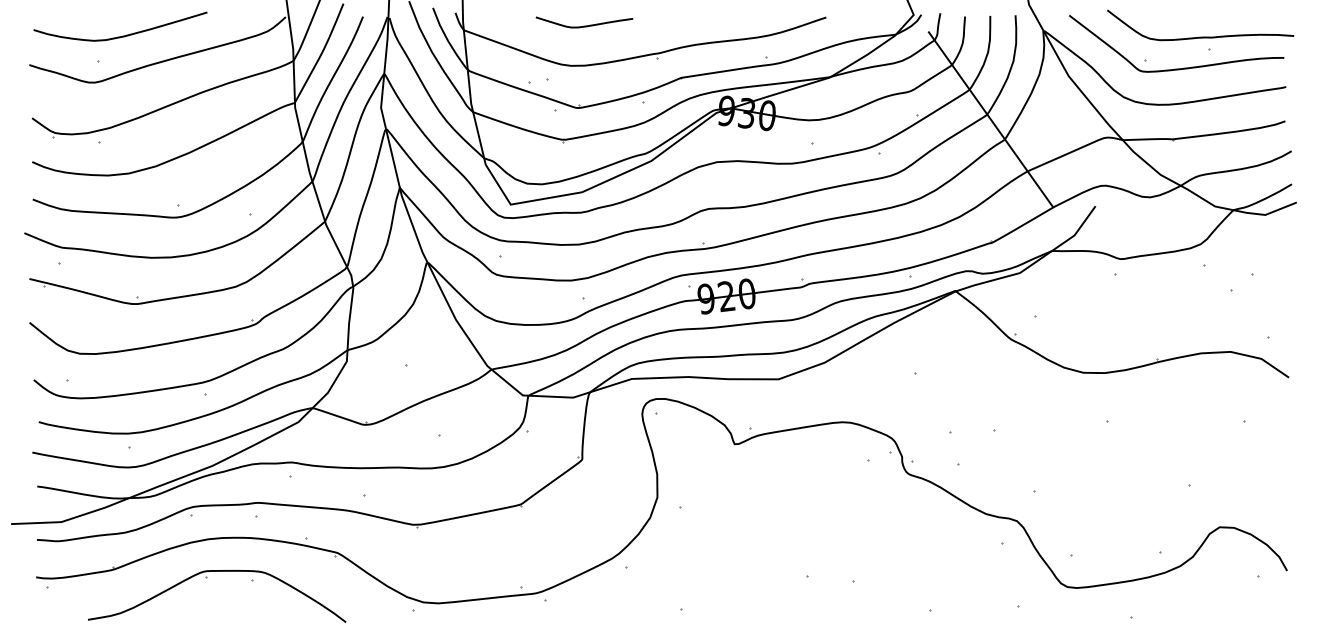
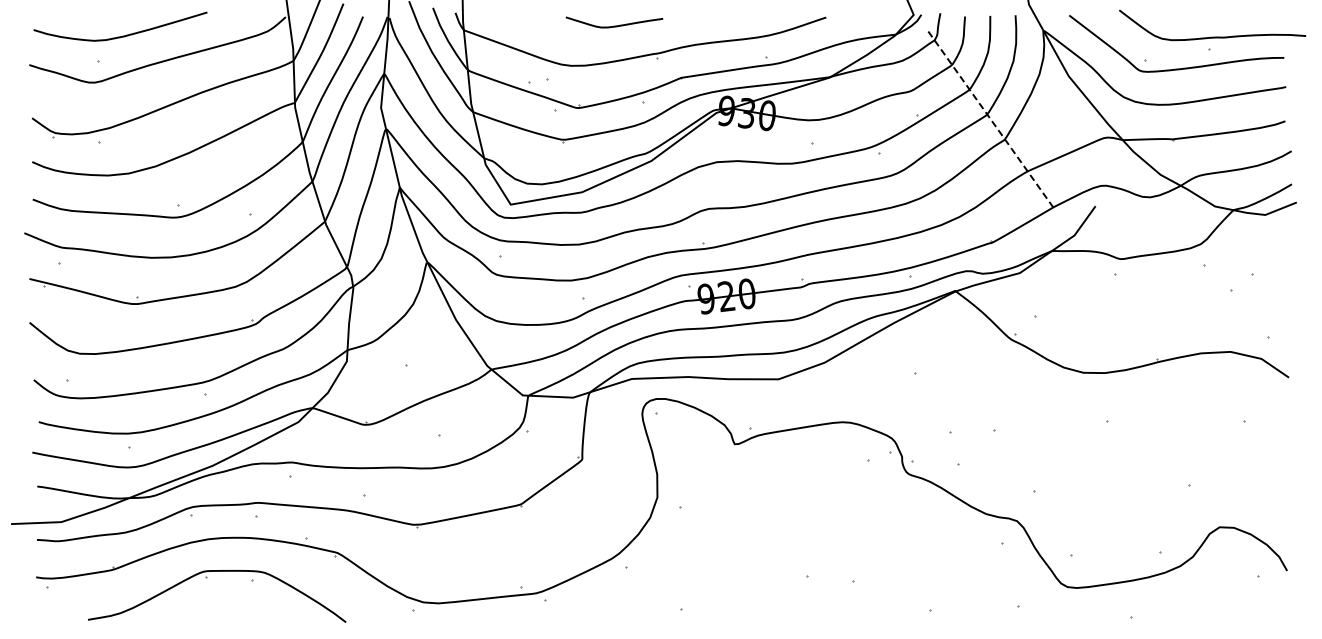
curve at (584, 25) position: (584, 25) -> (614, 25)
curve at (1200, 36) position: (1200, 36) -> (1212, 36)
line at (991, 120): solid -> dashed
